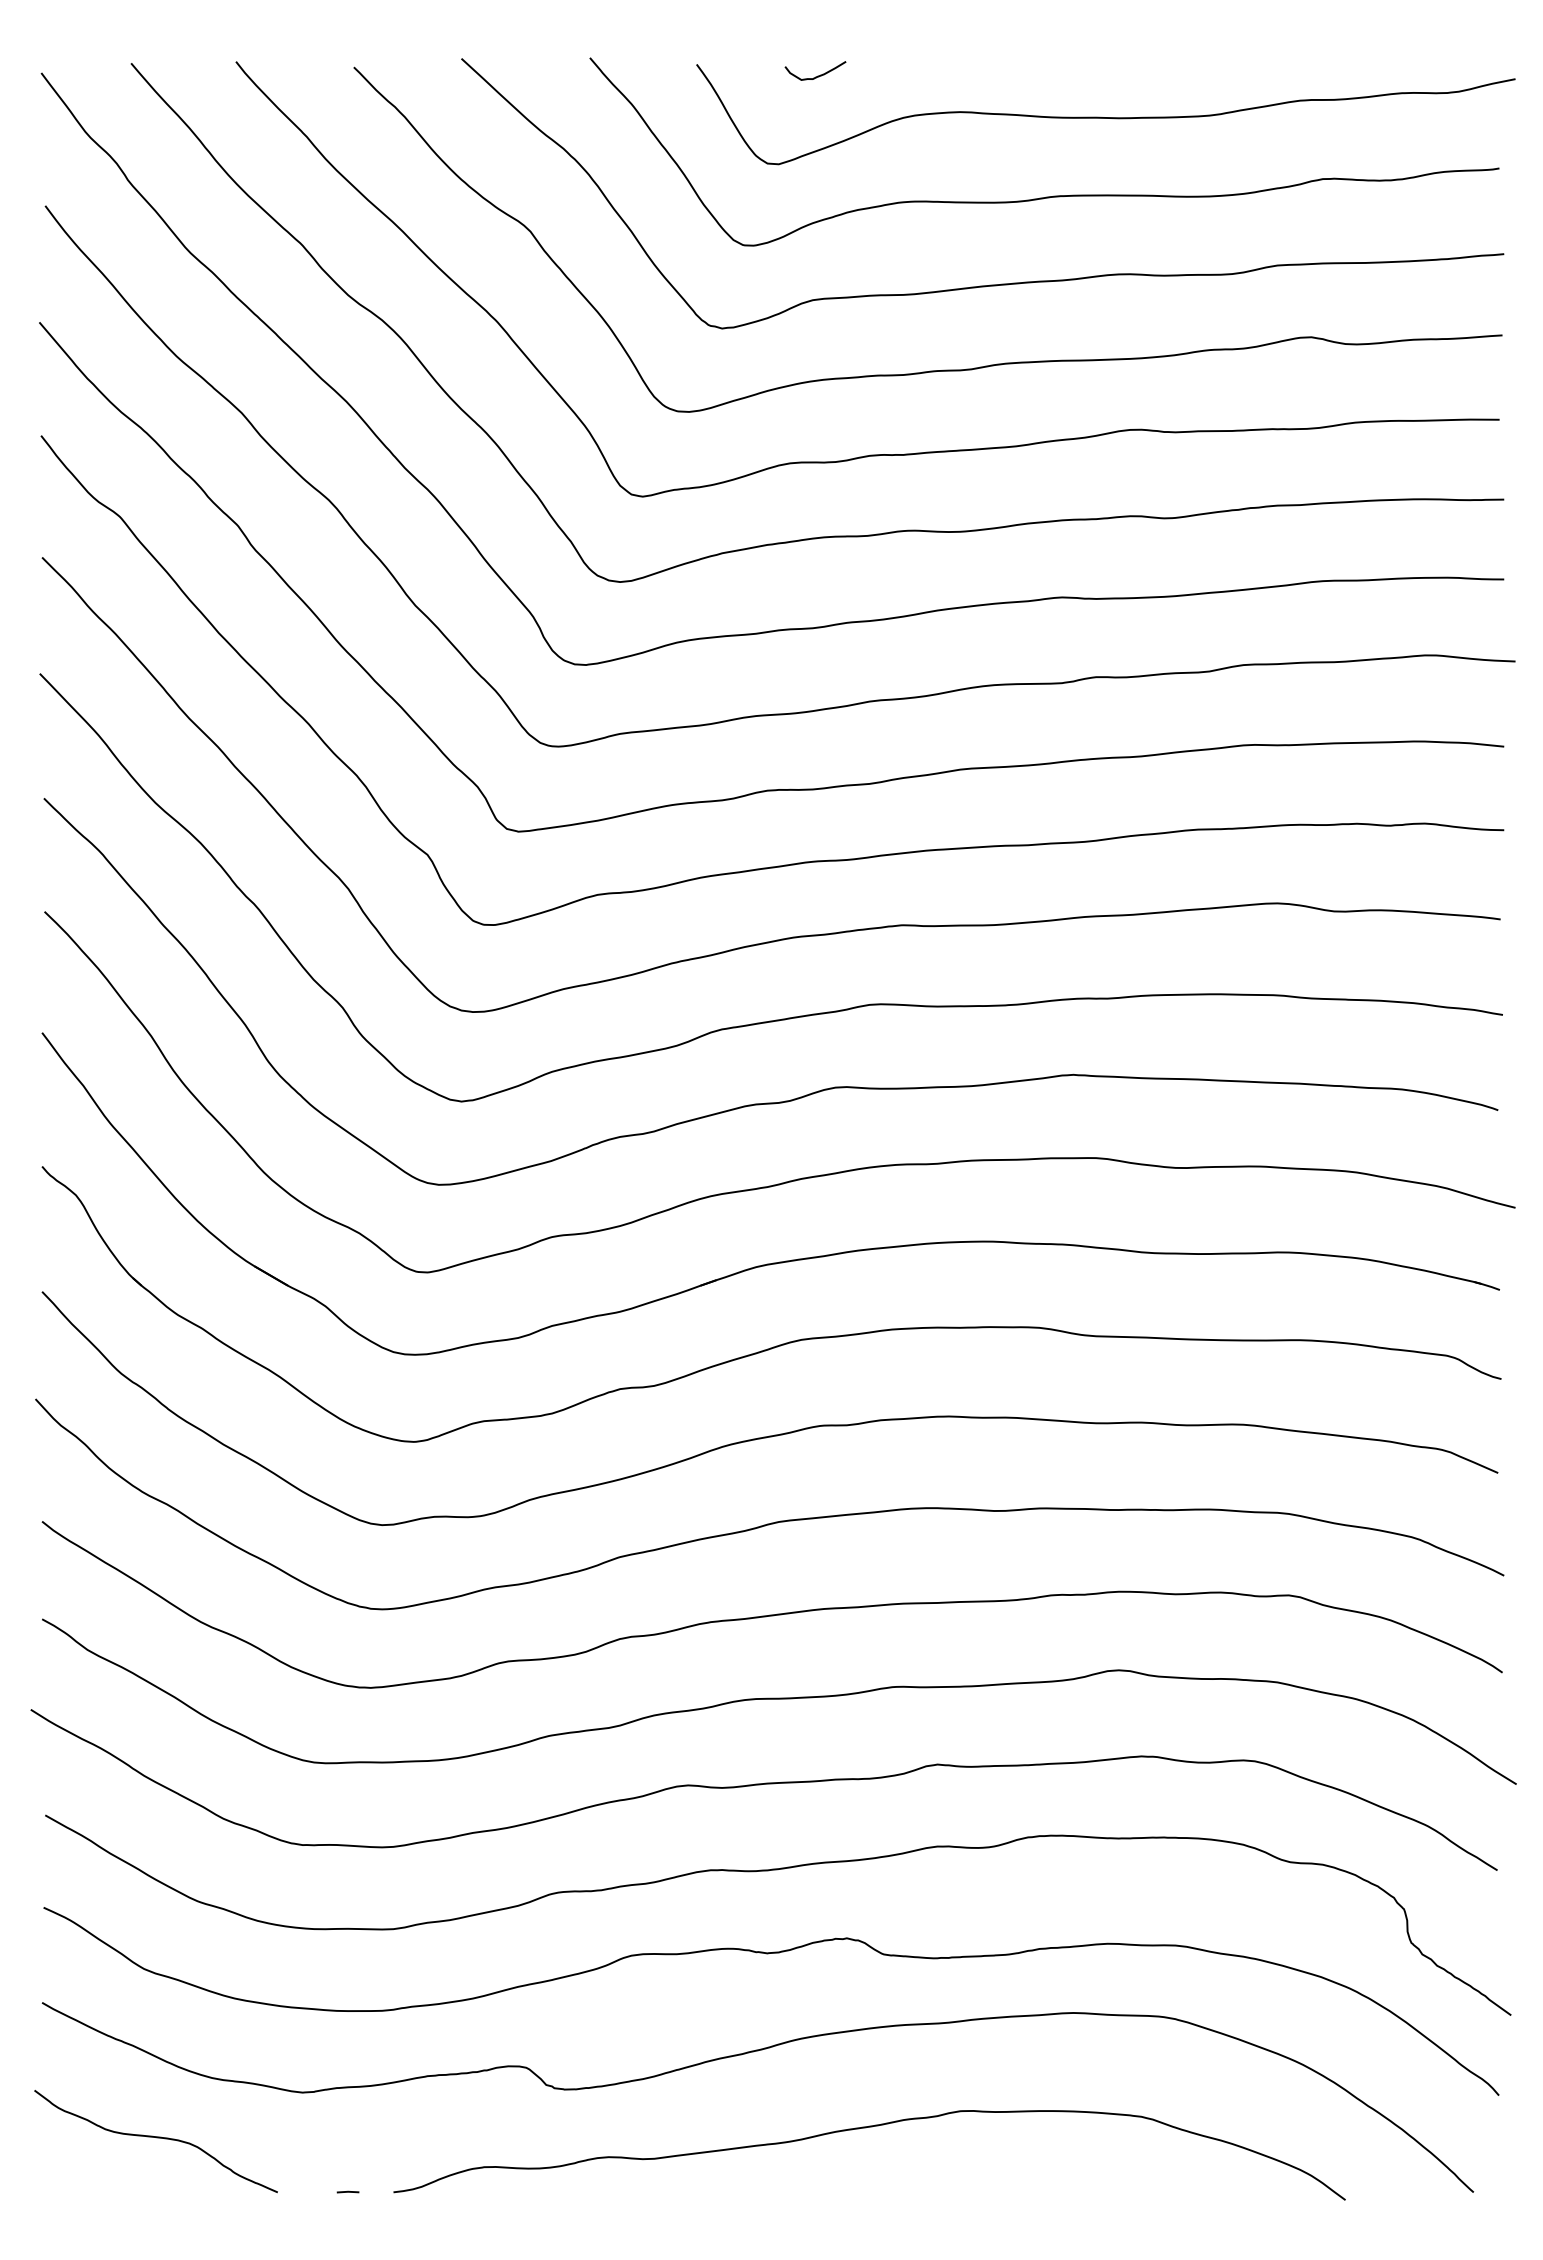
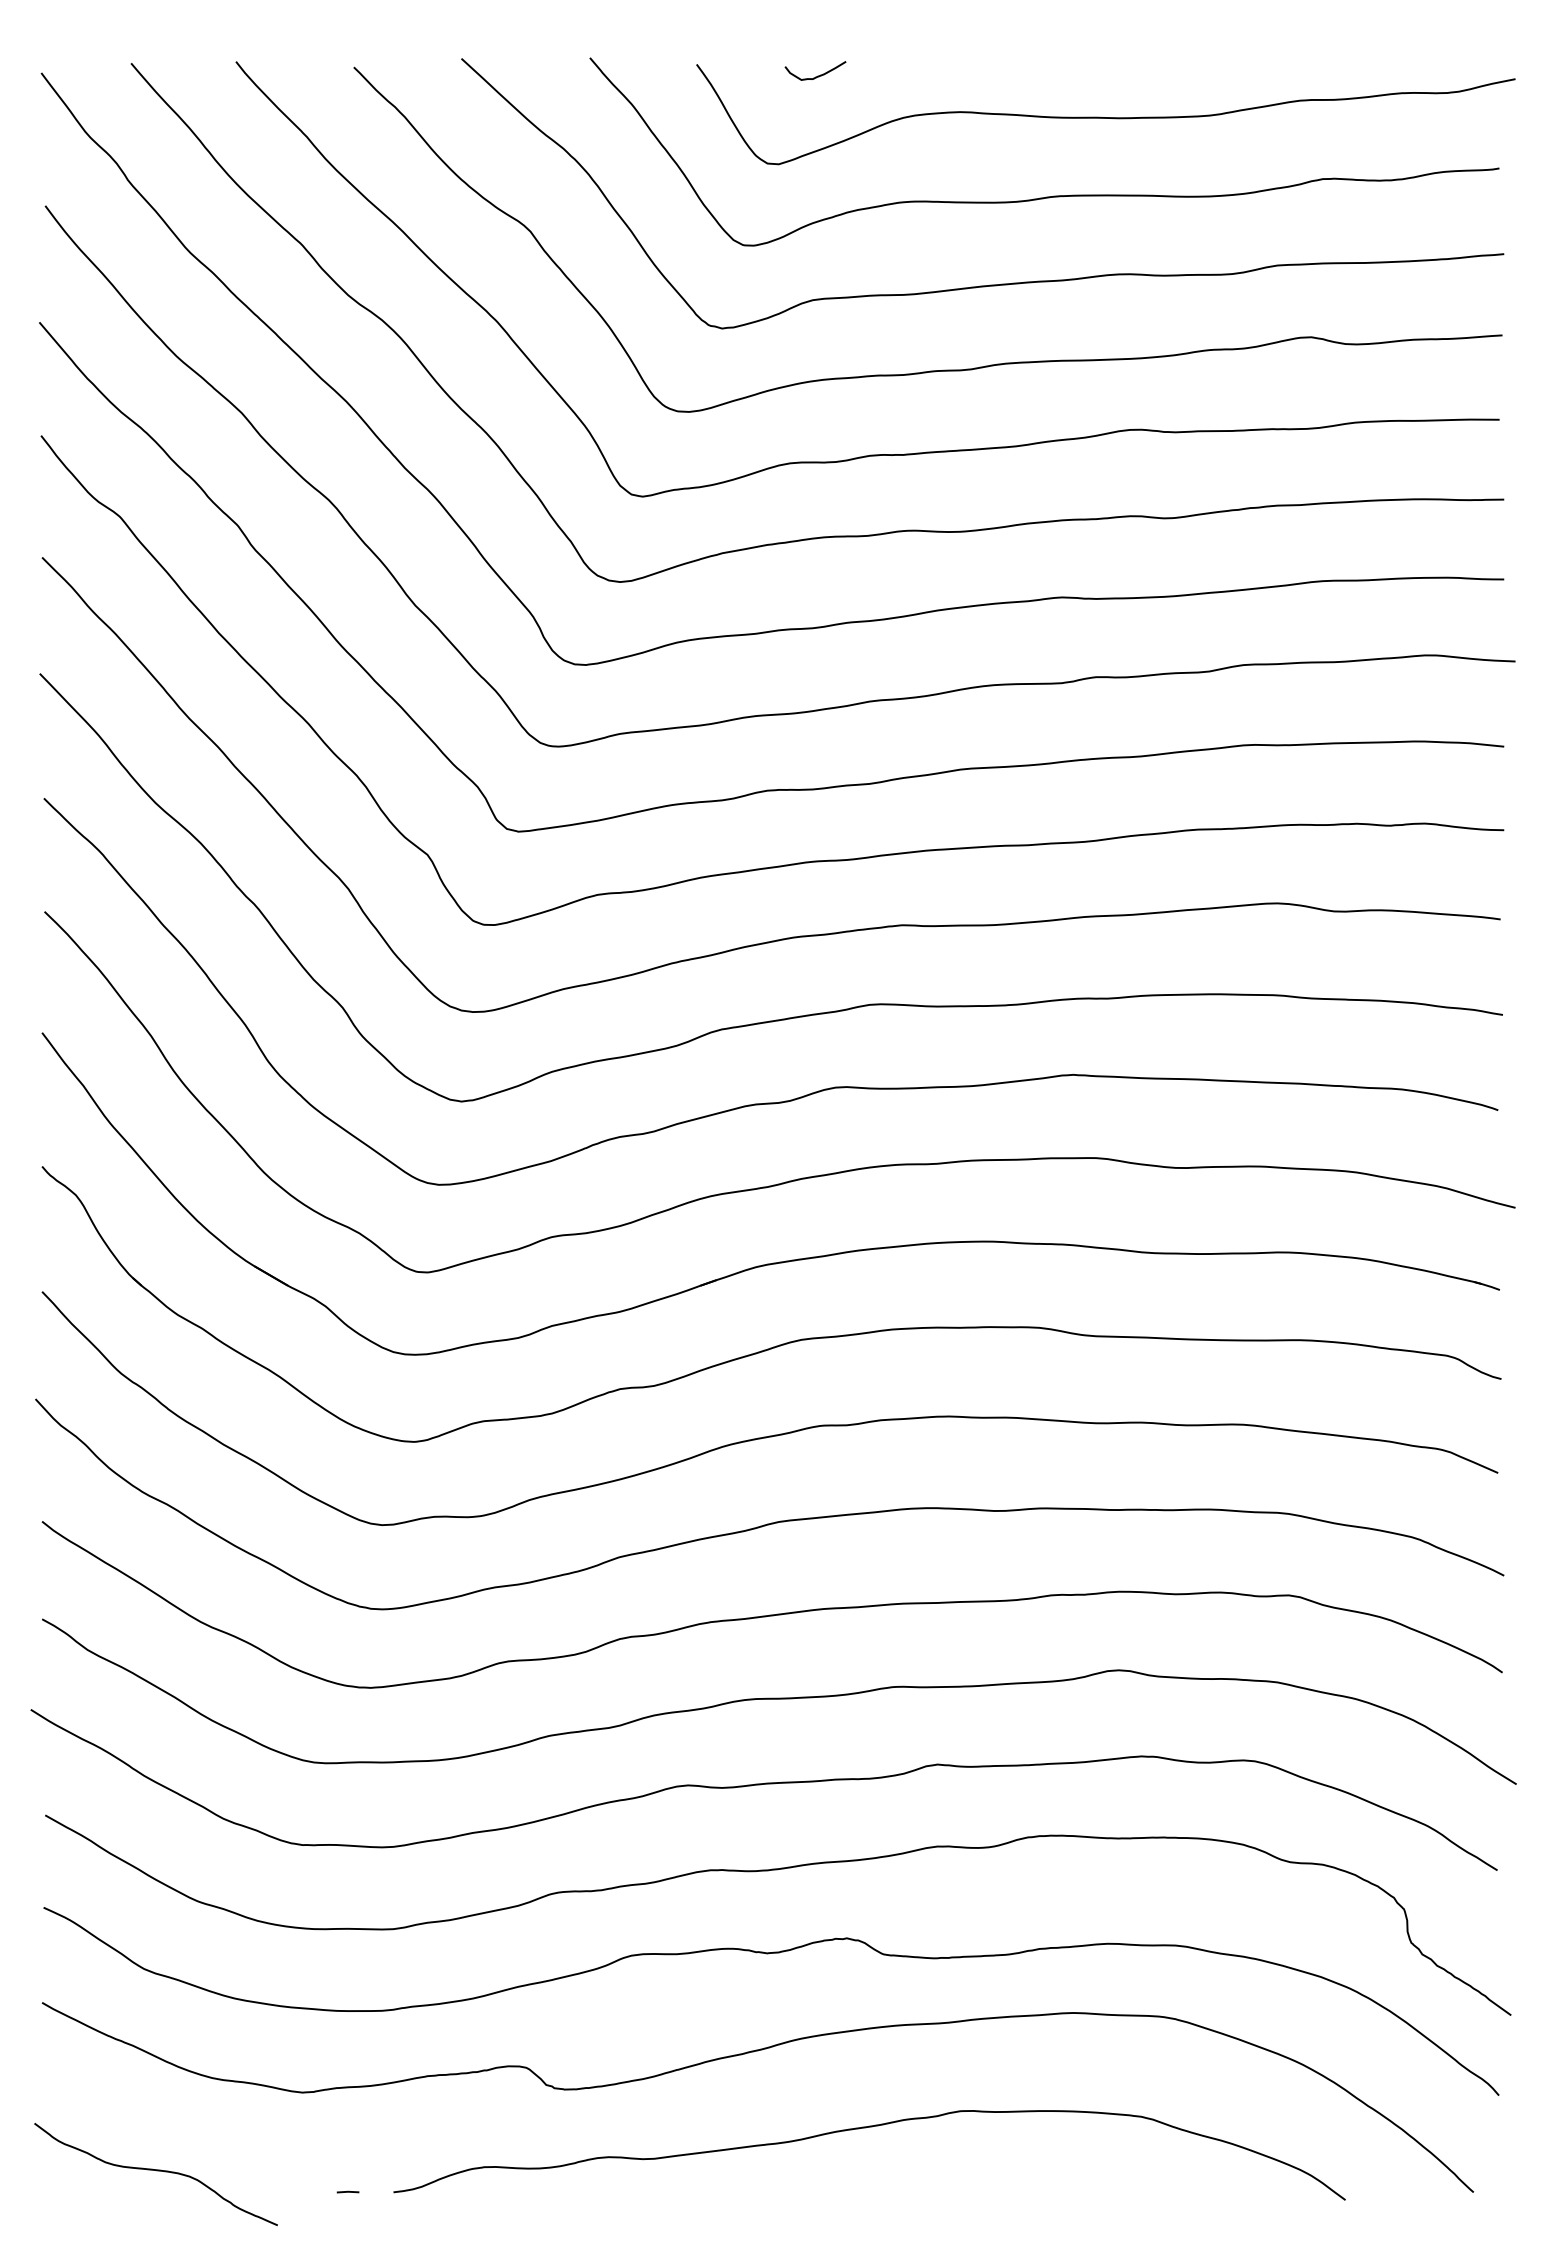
curve at (156, 2138) position: (156, 2138) -> (156, 2171)
